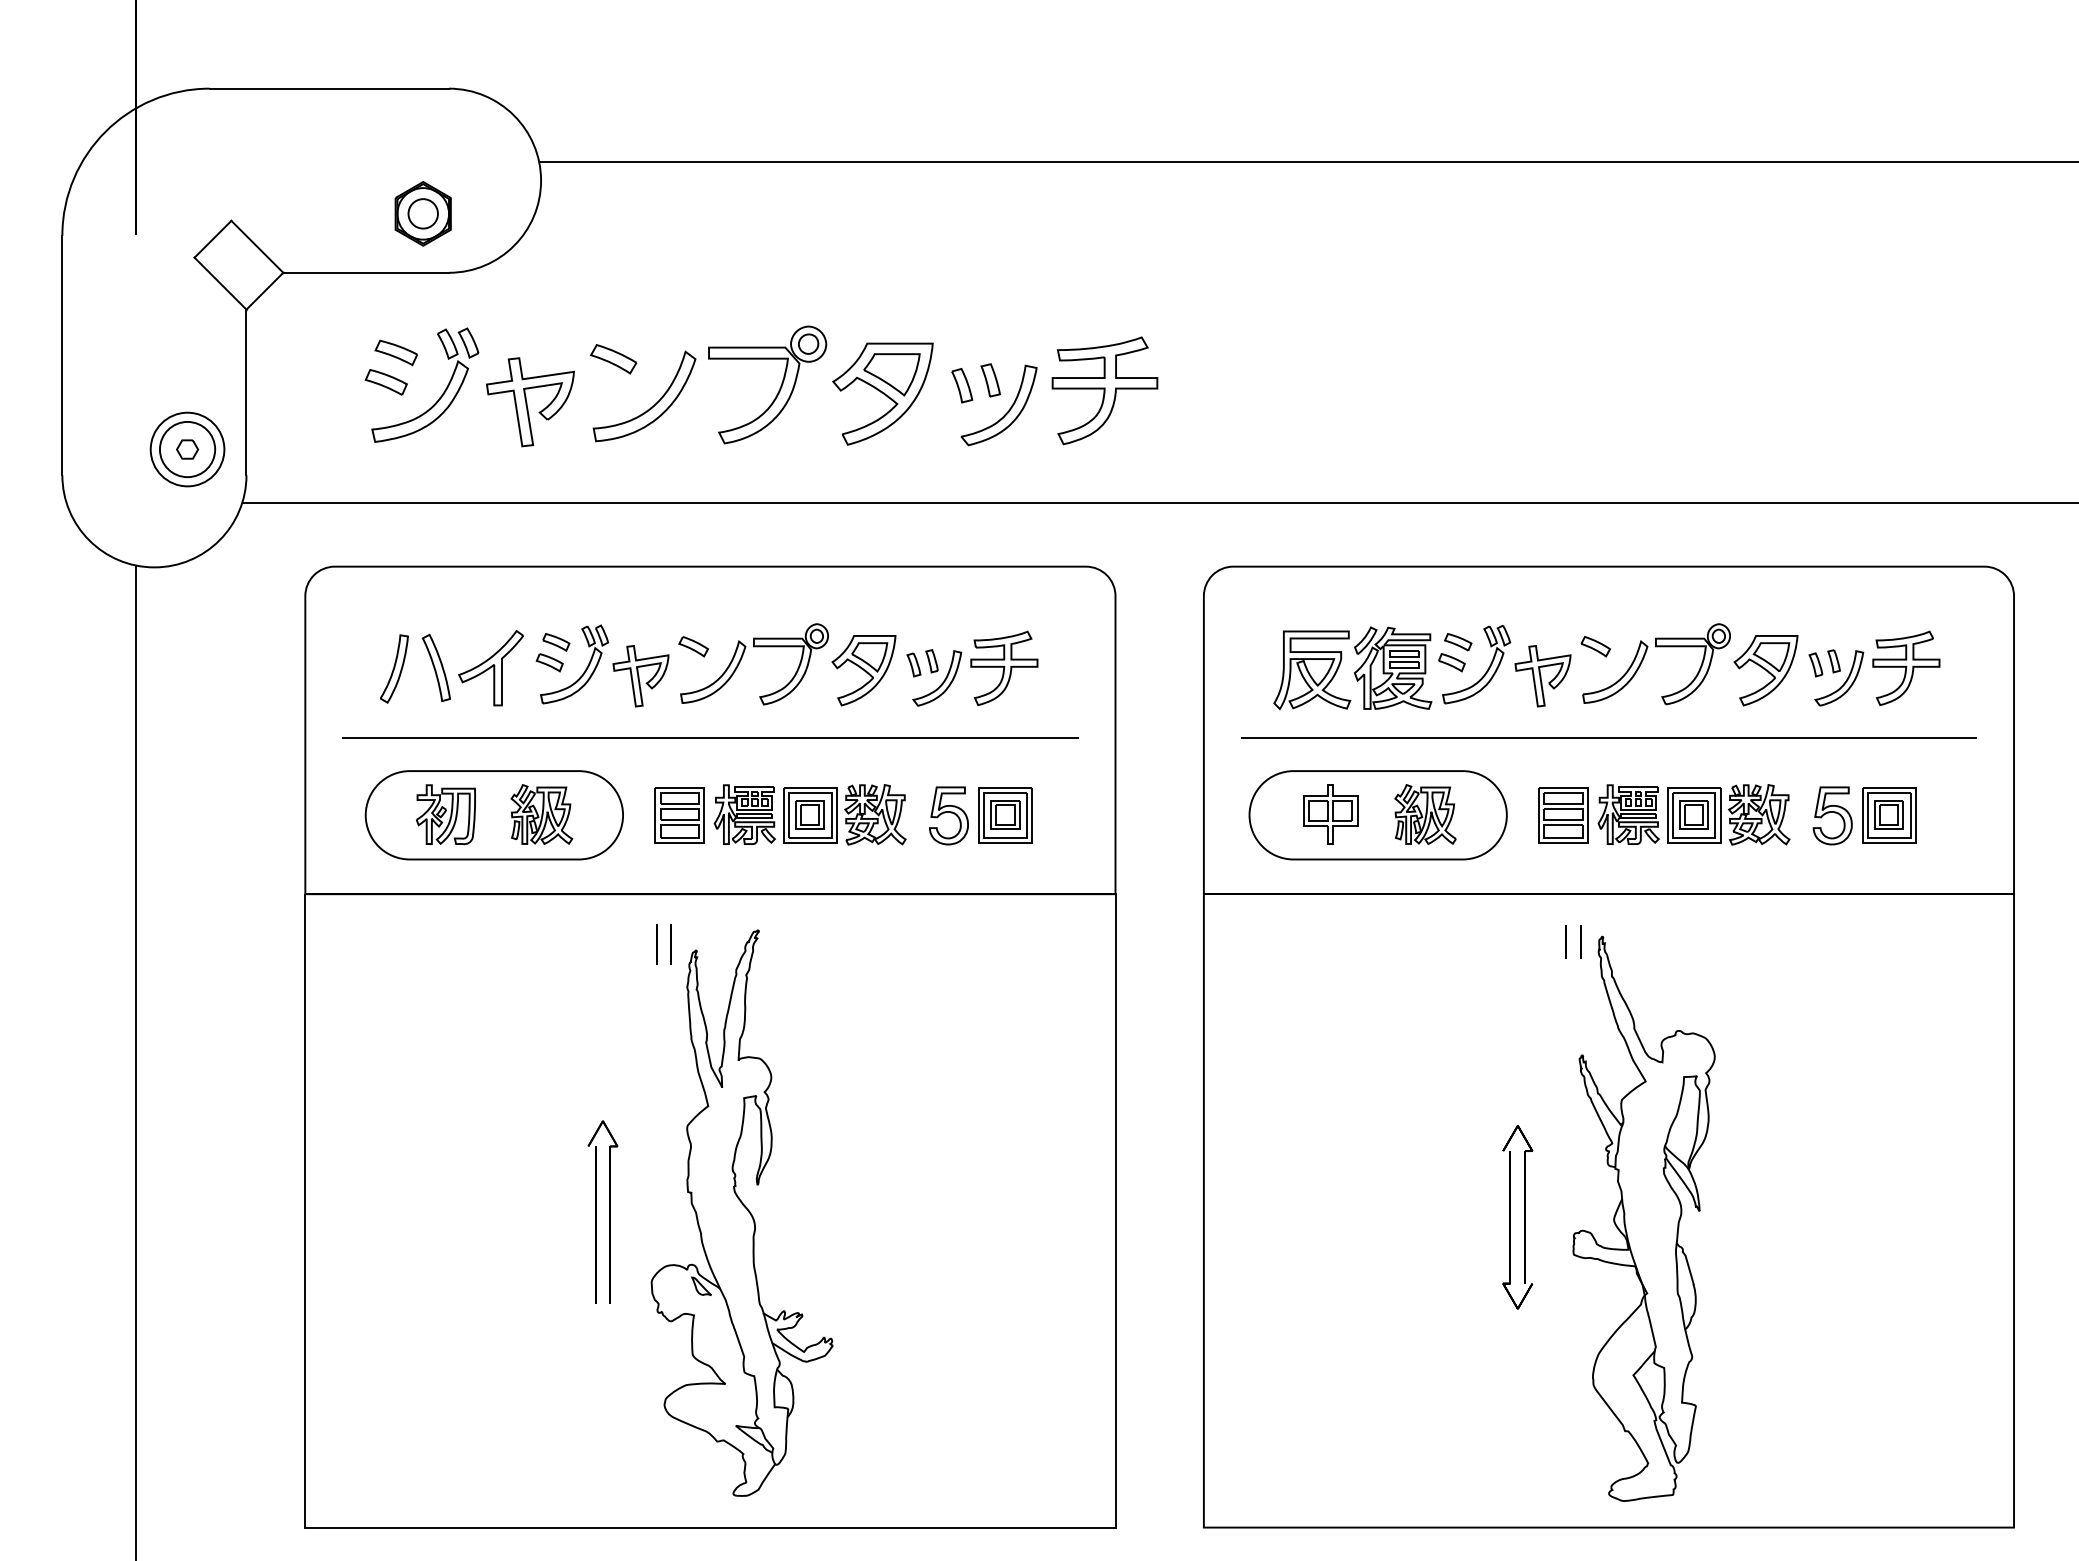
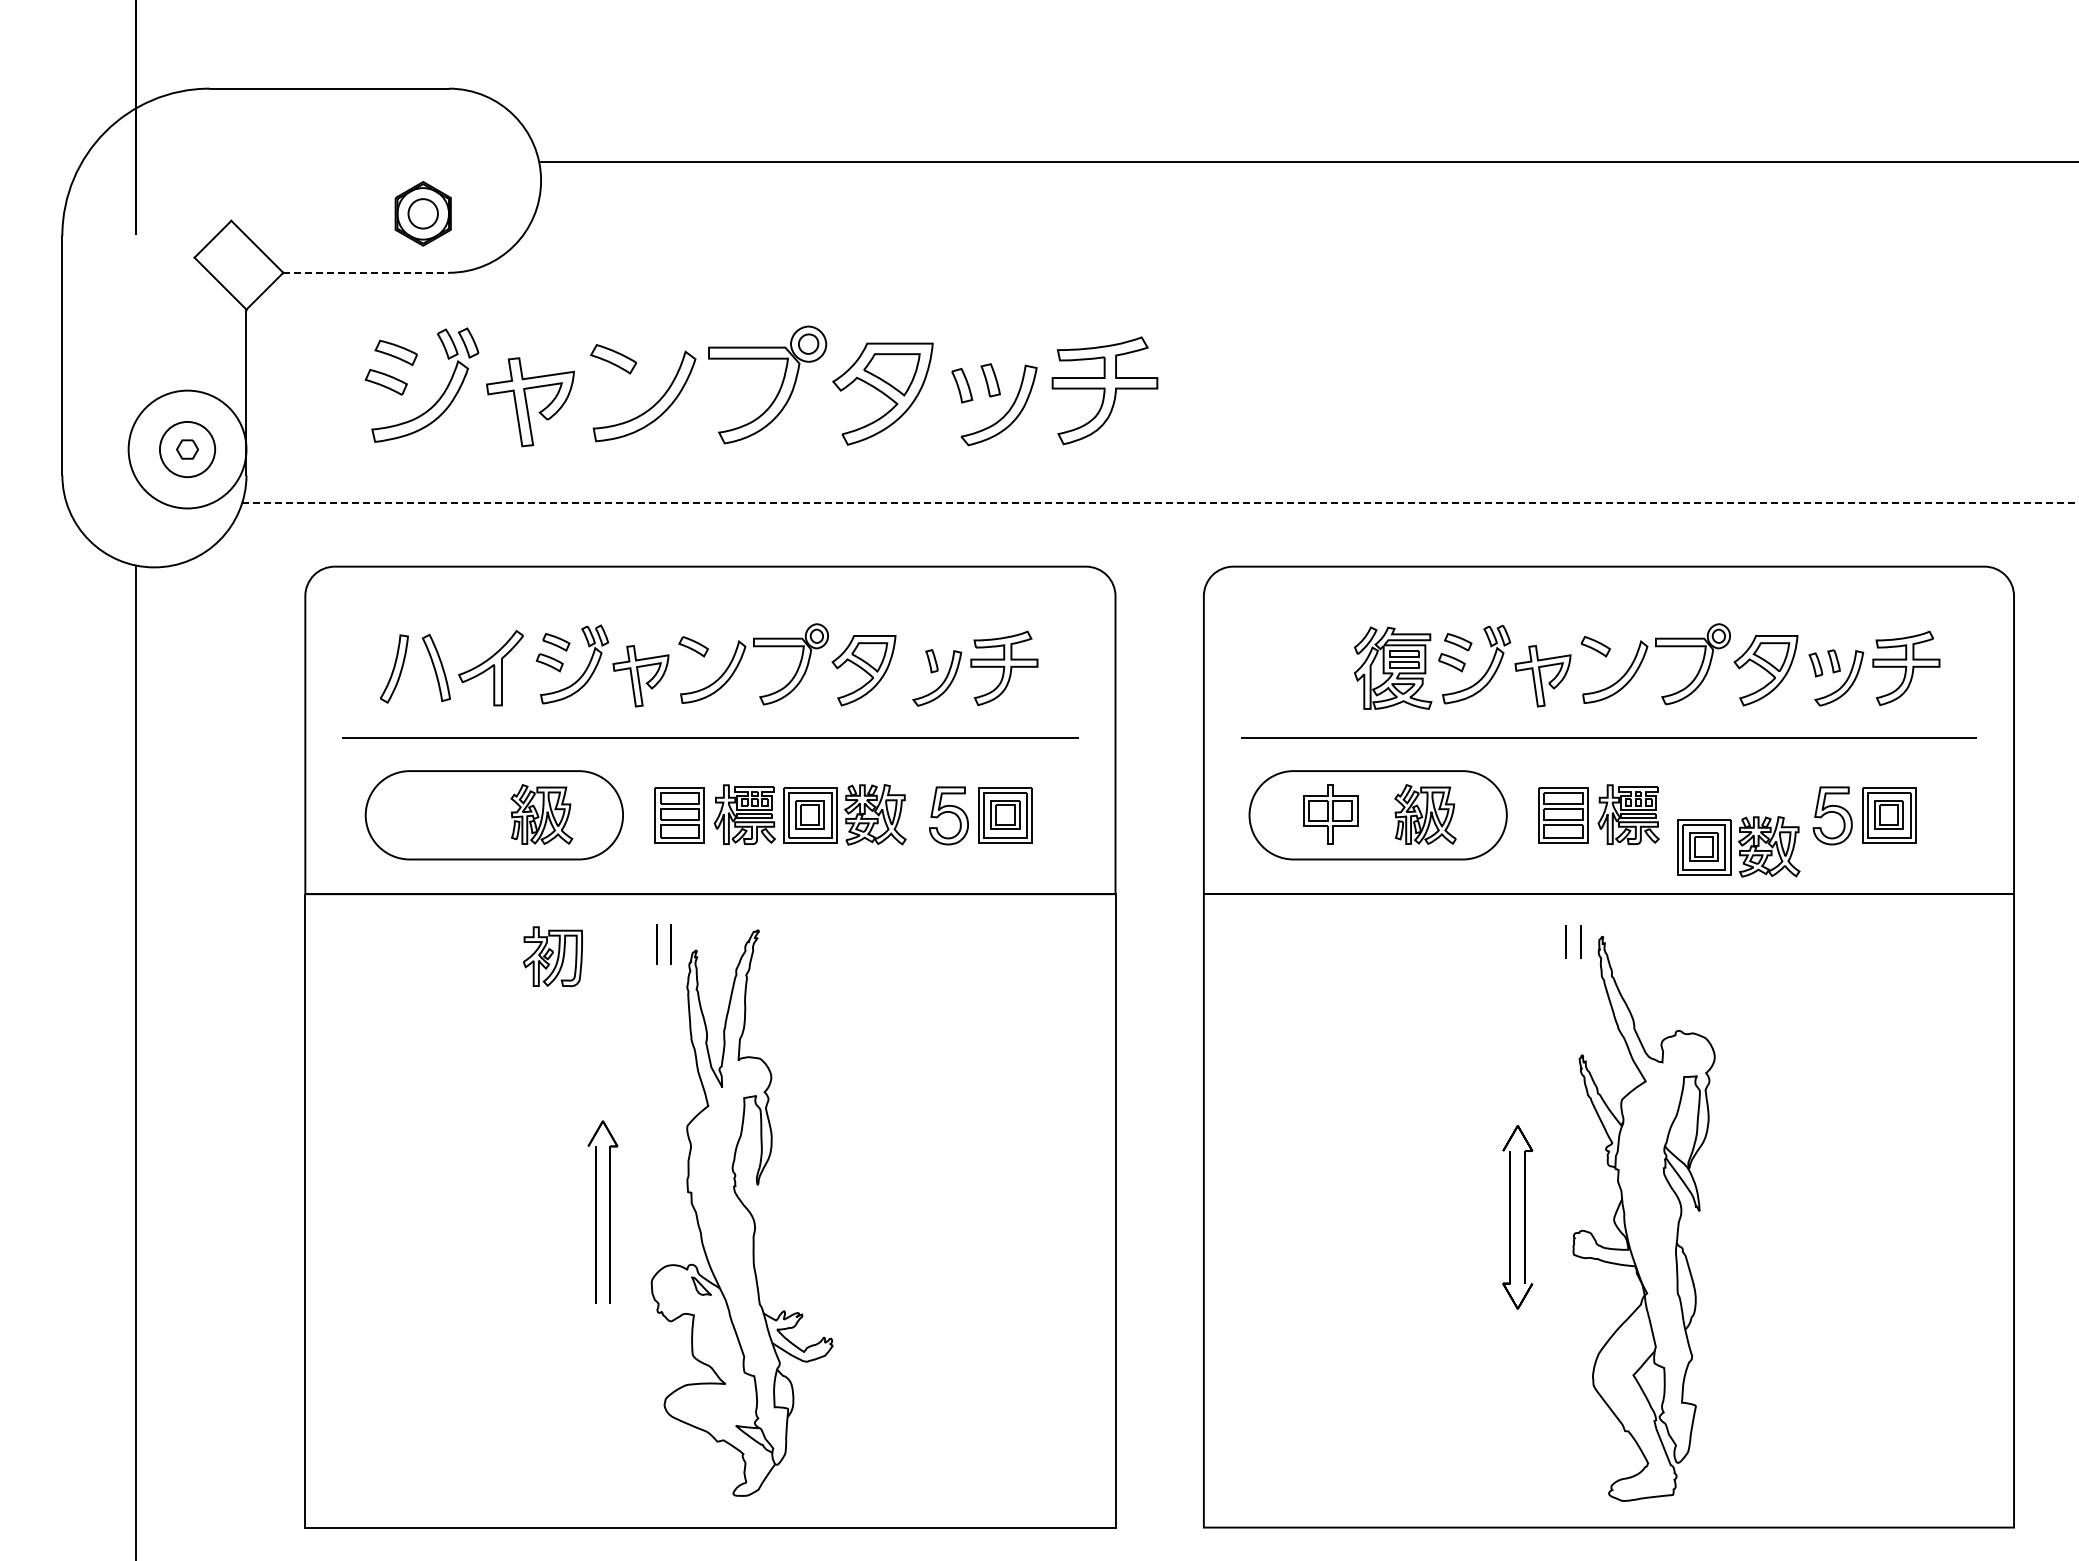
line at (366, 272): solid -> dashed
circle at (187, 449) diameter: 74 px -> 118 px
line at (1161, 502): solid -> dashed
part at (913, 664): present -> none
part at (1312, 670): present -> none
part at (445, 814) position: (445, 814) -> (552, 956)
part at (1728, 814) position: (1728, 814) -> (1738, 846)
